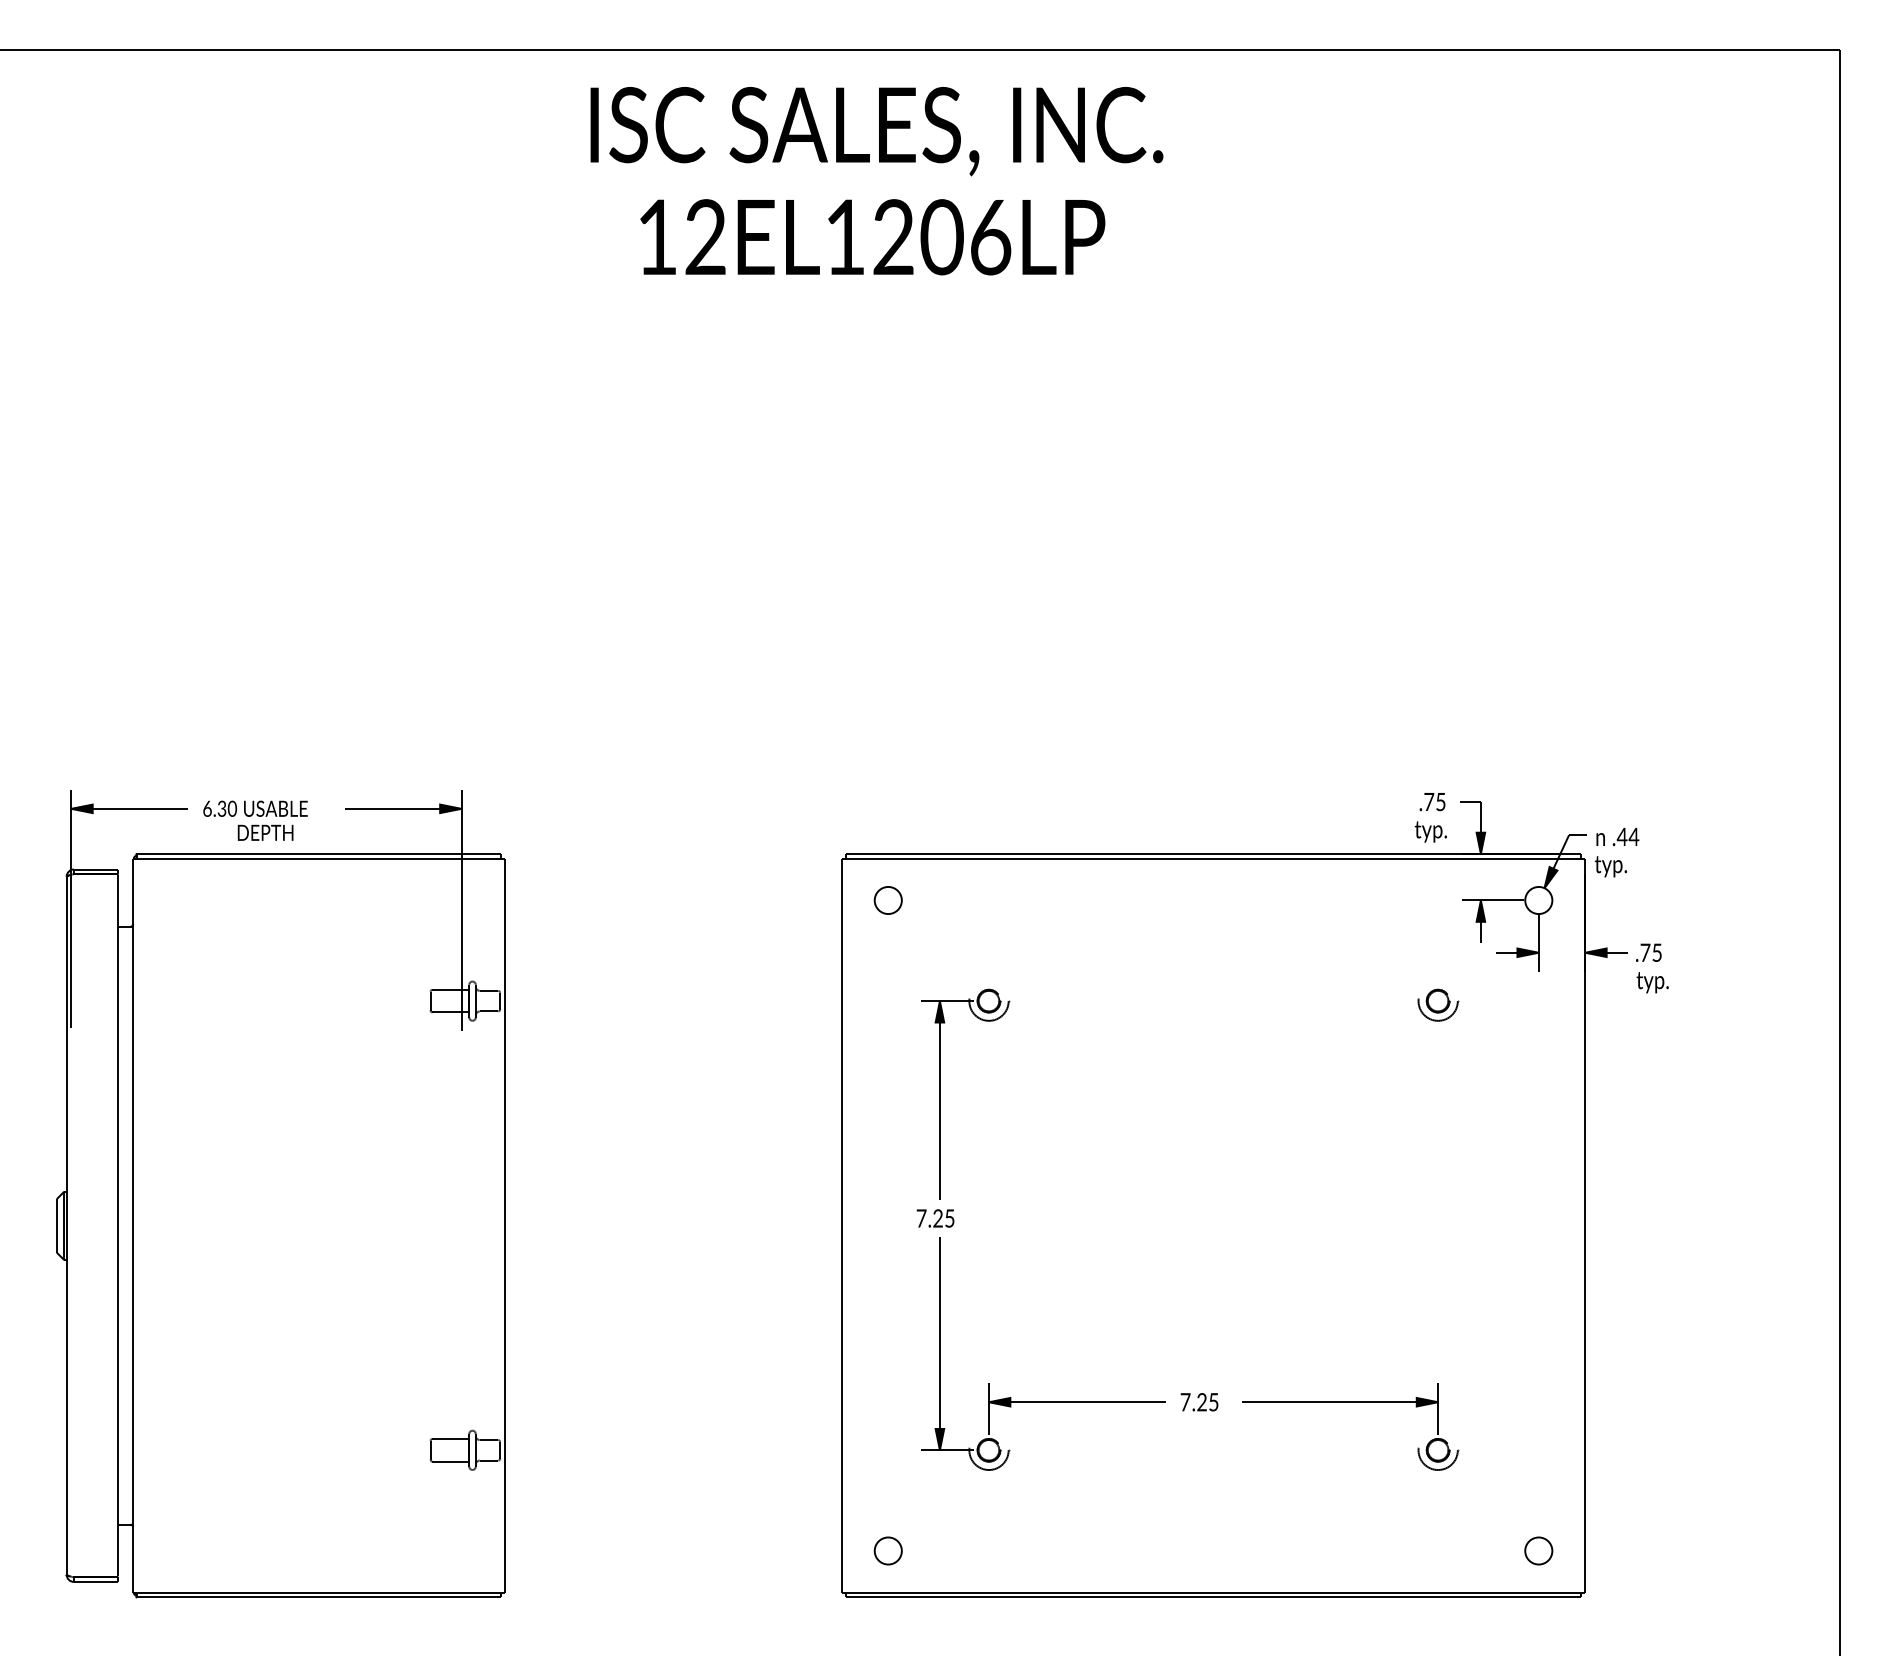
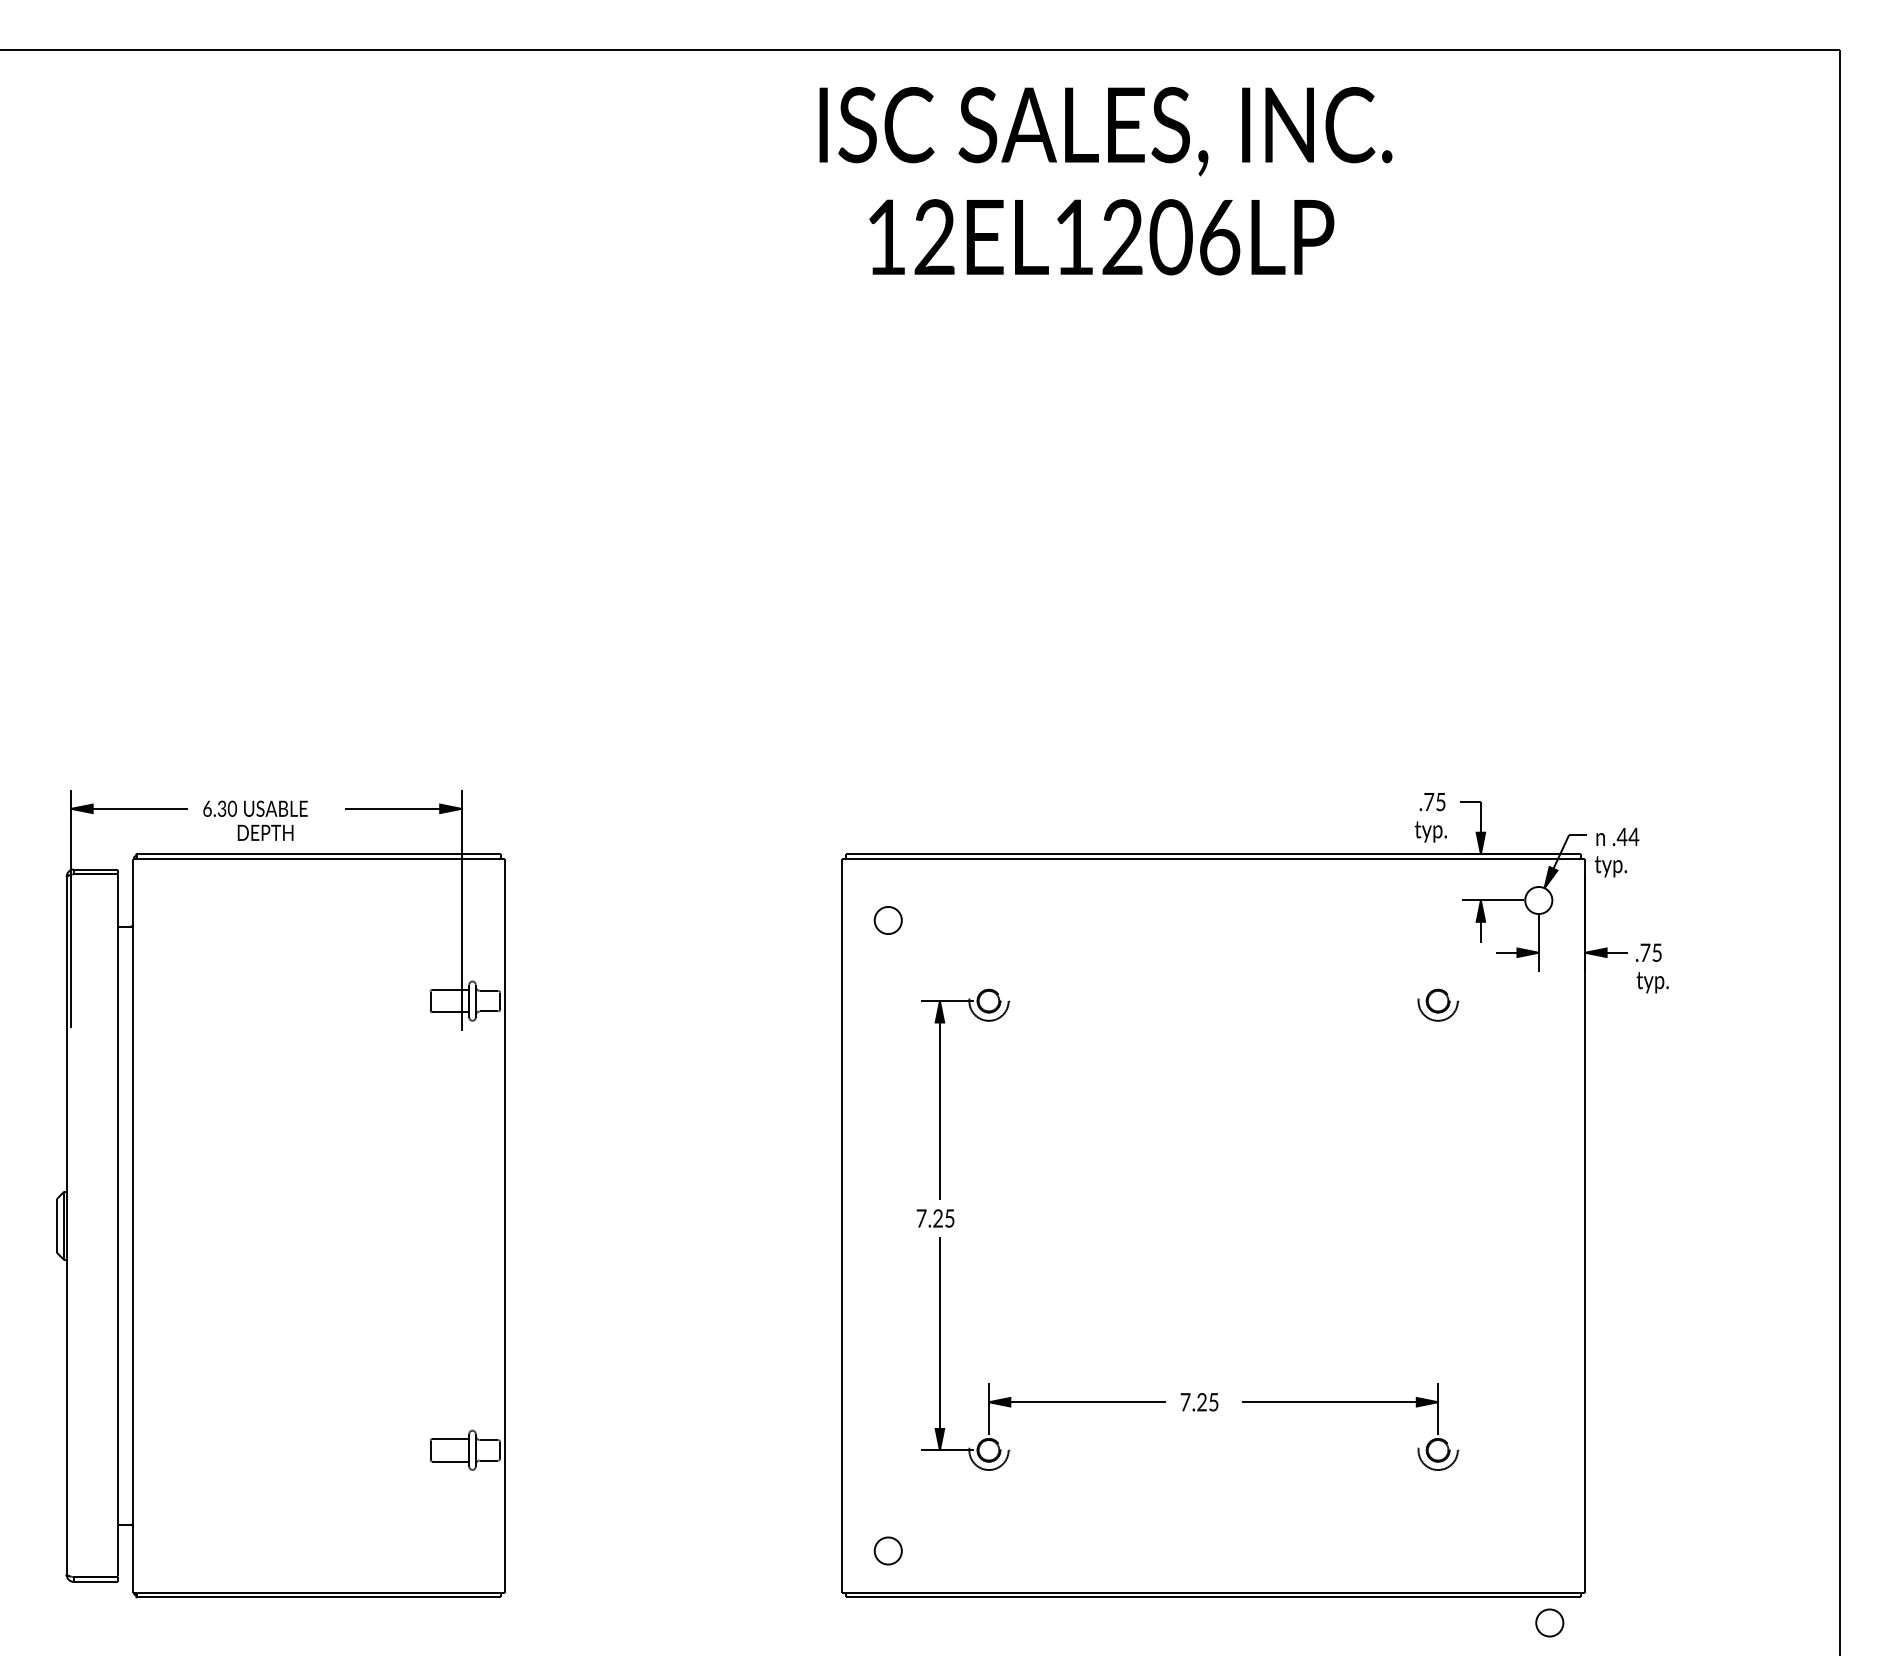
text at (876, 181) position: (876, 181) -> (1105, 181)
part at (887, 900) position: (887, 900) -> (887, 920)
part at (1538, 1550) position: (1538, 1550) -> (1549, 1622)
